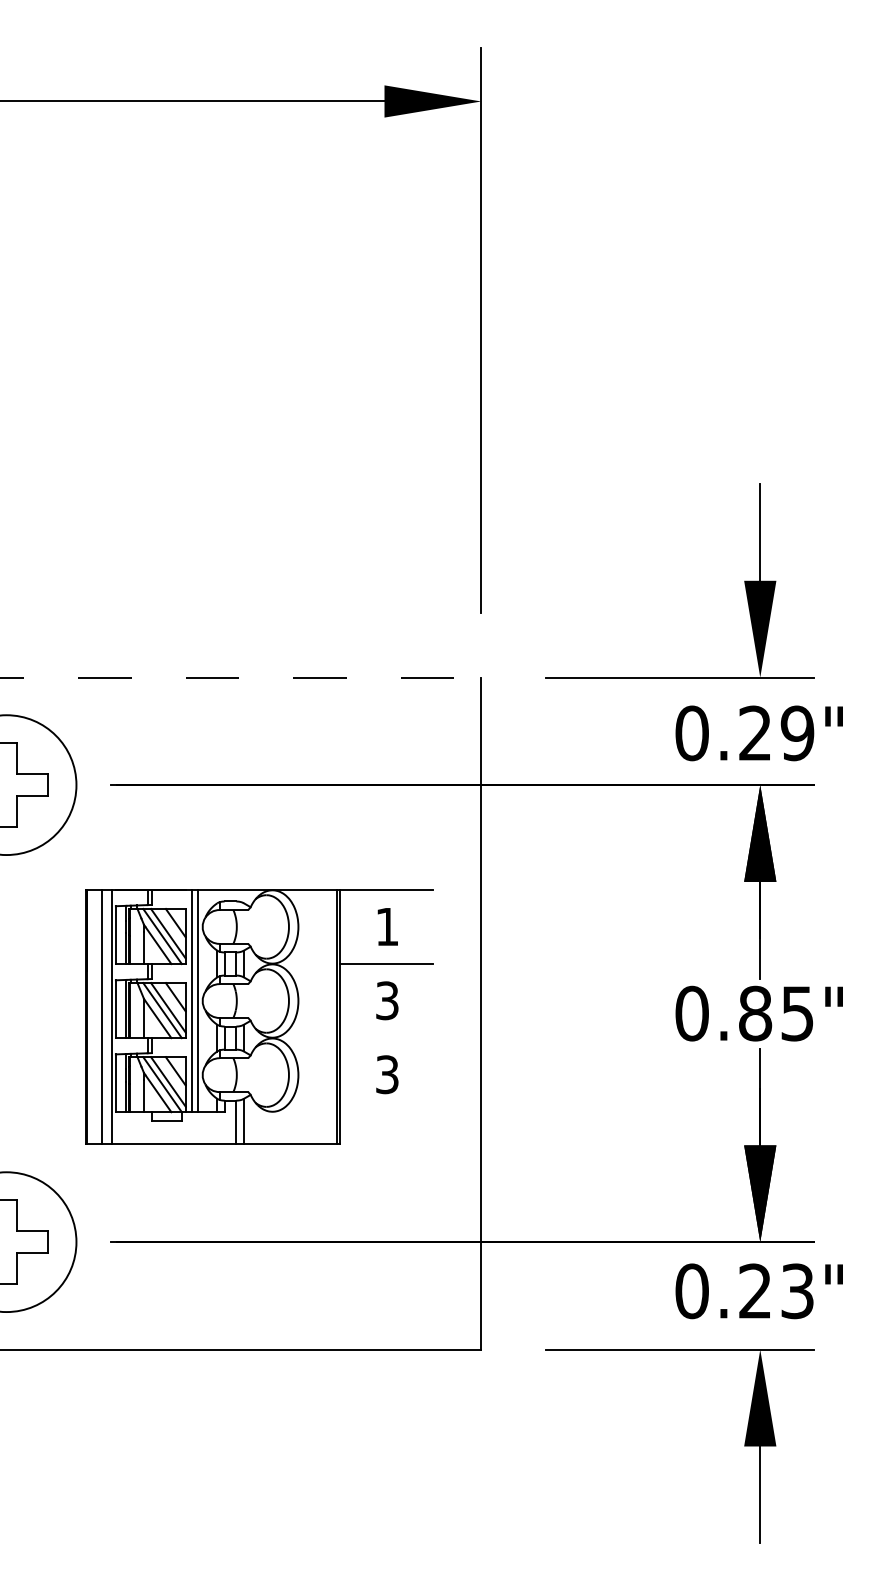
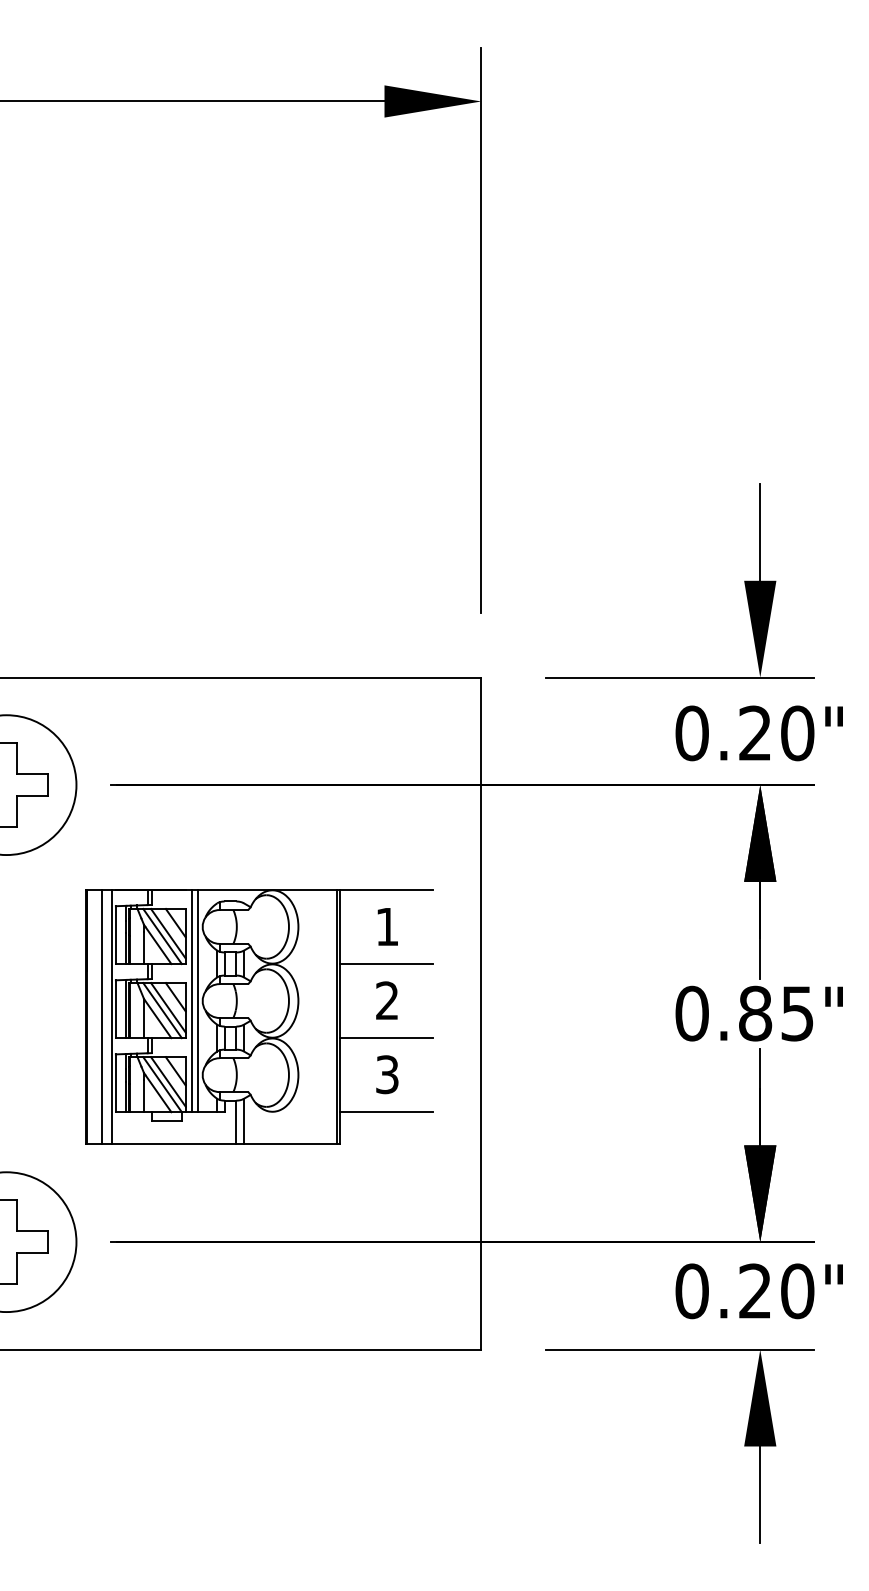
line at (241, 677): dashed -> solid
text at (797, 733): 0.29" -> 0.20"
text at (387, 1000): 3 -> 2
line at (386, 1038): none -> present
line at (386, 1112): none -> present
text at (797, 1291): 0.23" -> 0.20"
